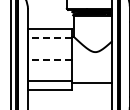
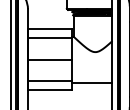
line at (50, 37): dashed -> solid
line at (50, 59): dashed -> solid
